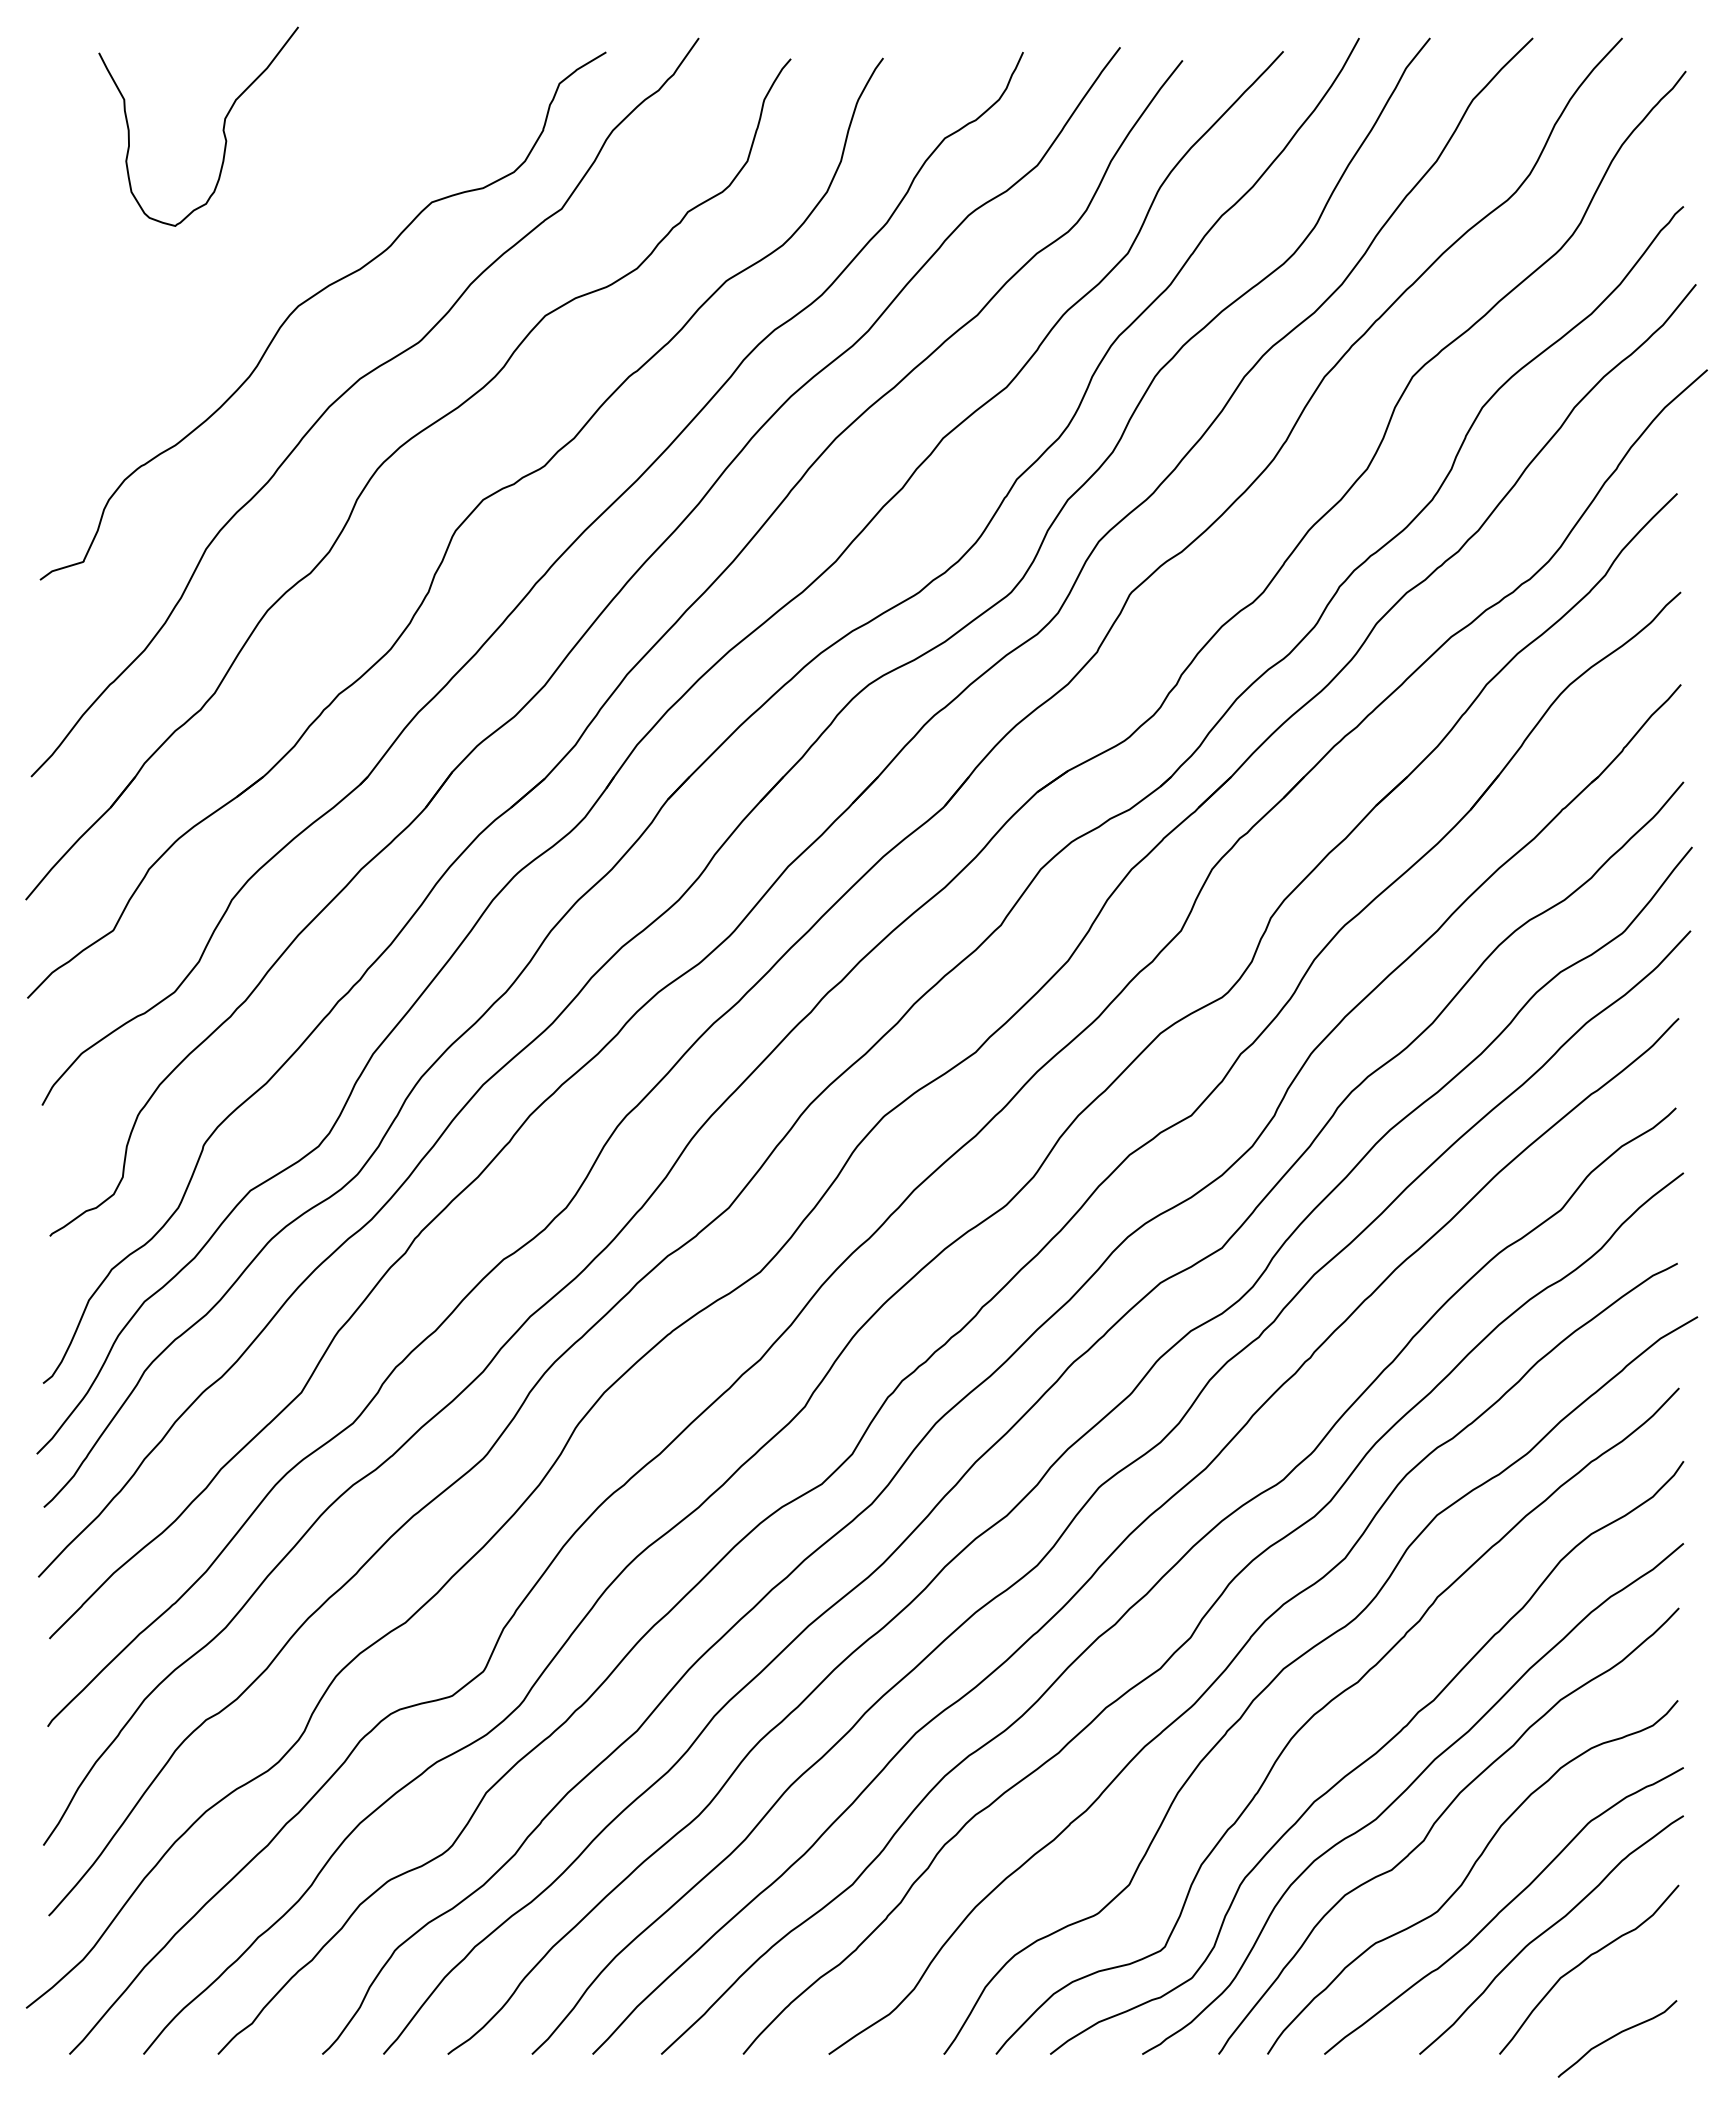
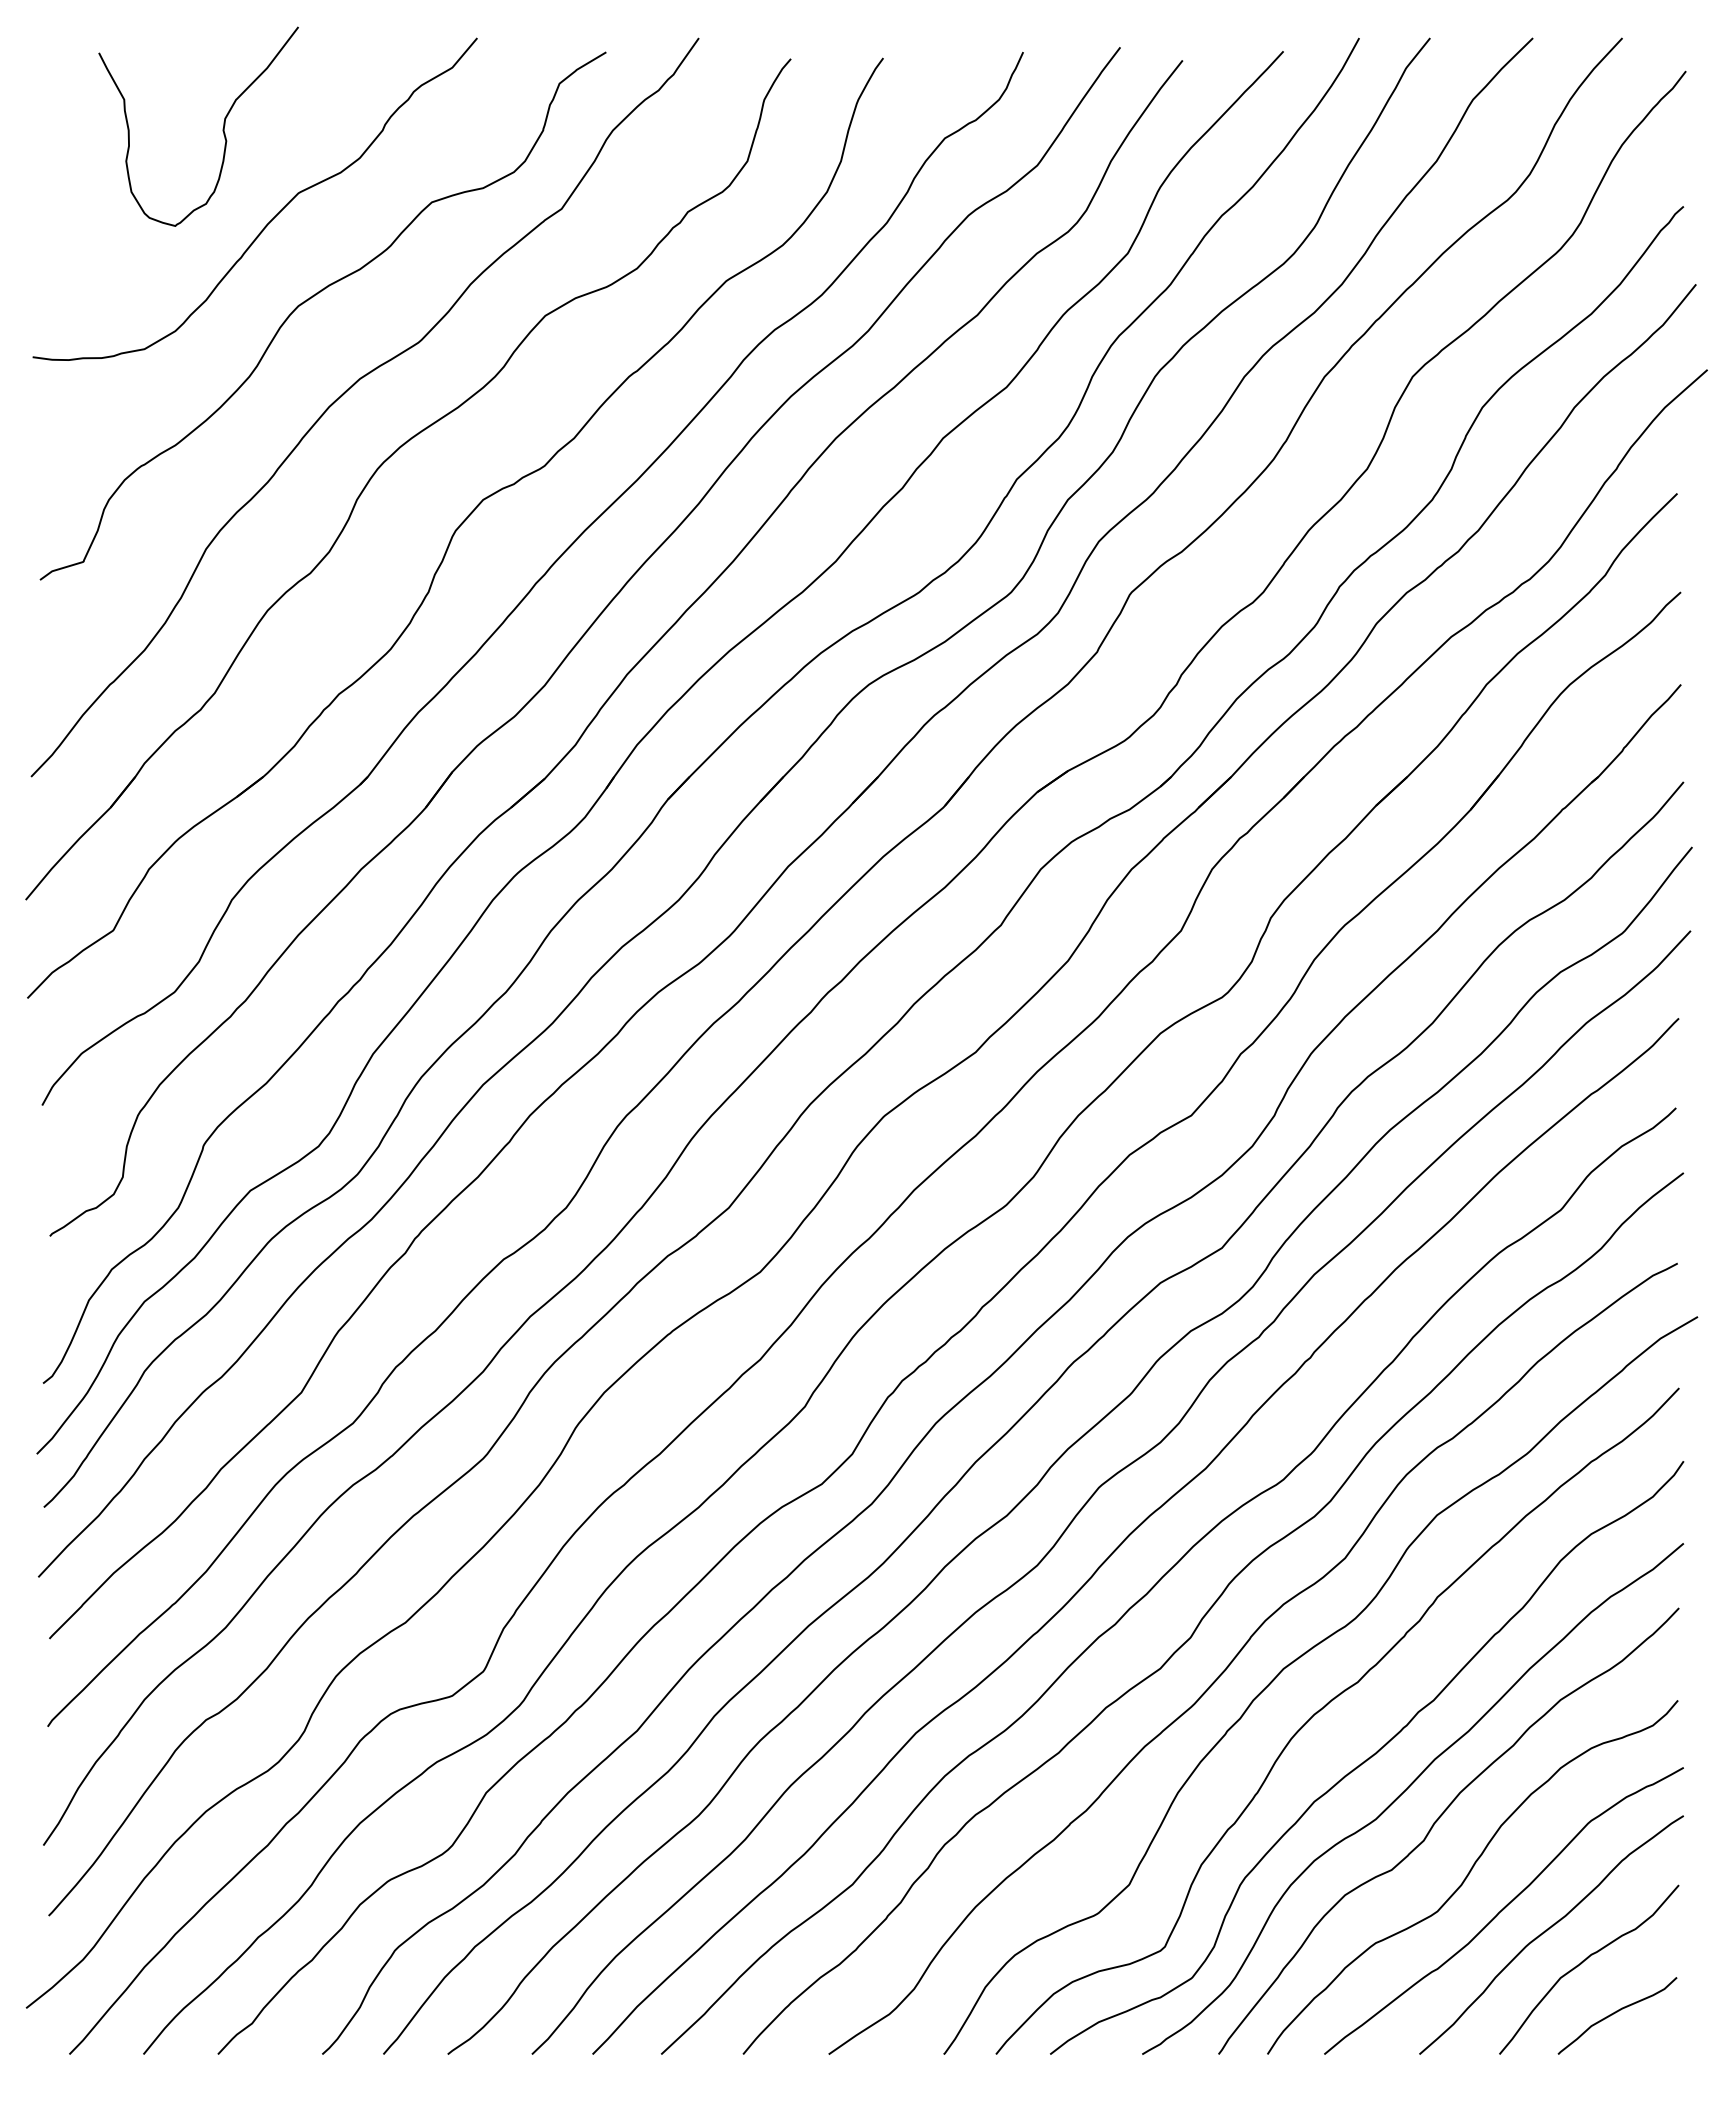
curve at (273, 217): none -> present
curve at (1615, 2036) position: (1615, 2036) -> (1615, 2013)
